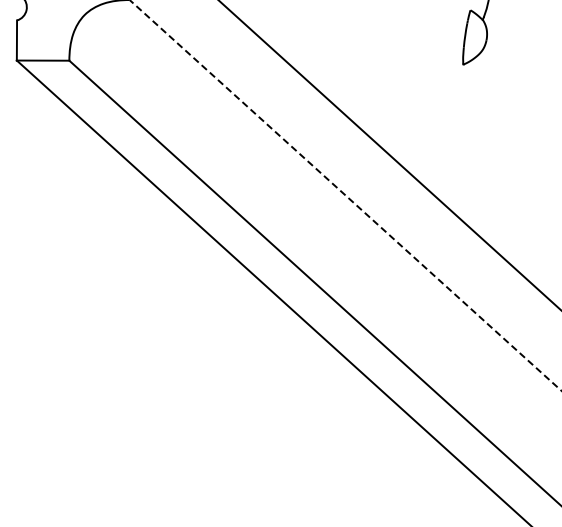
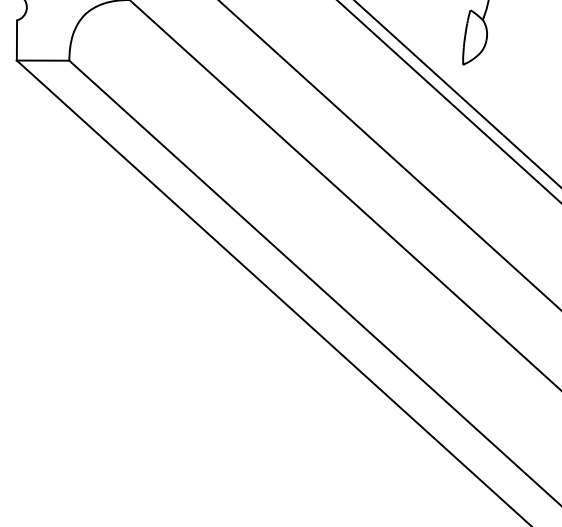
line at (457, 93): none -> present
line at (448, 101): none -> present
line at (345, 195): dashed -> solid
